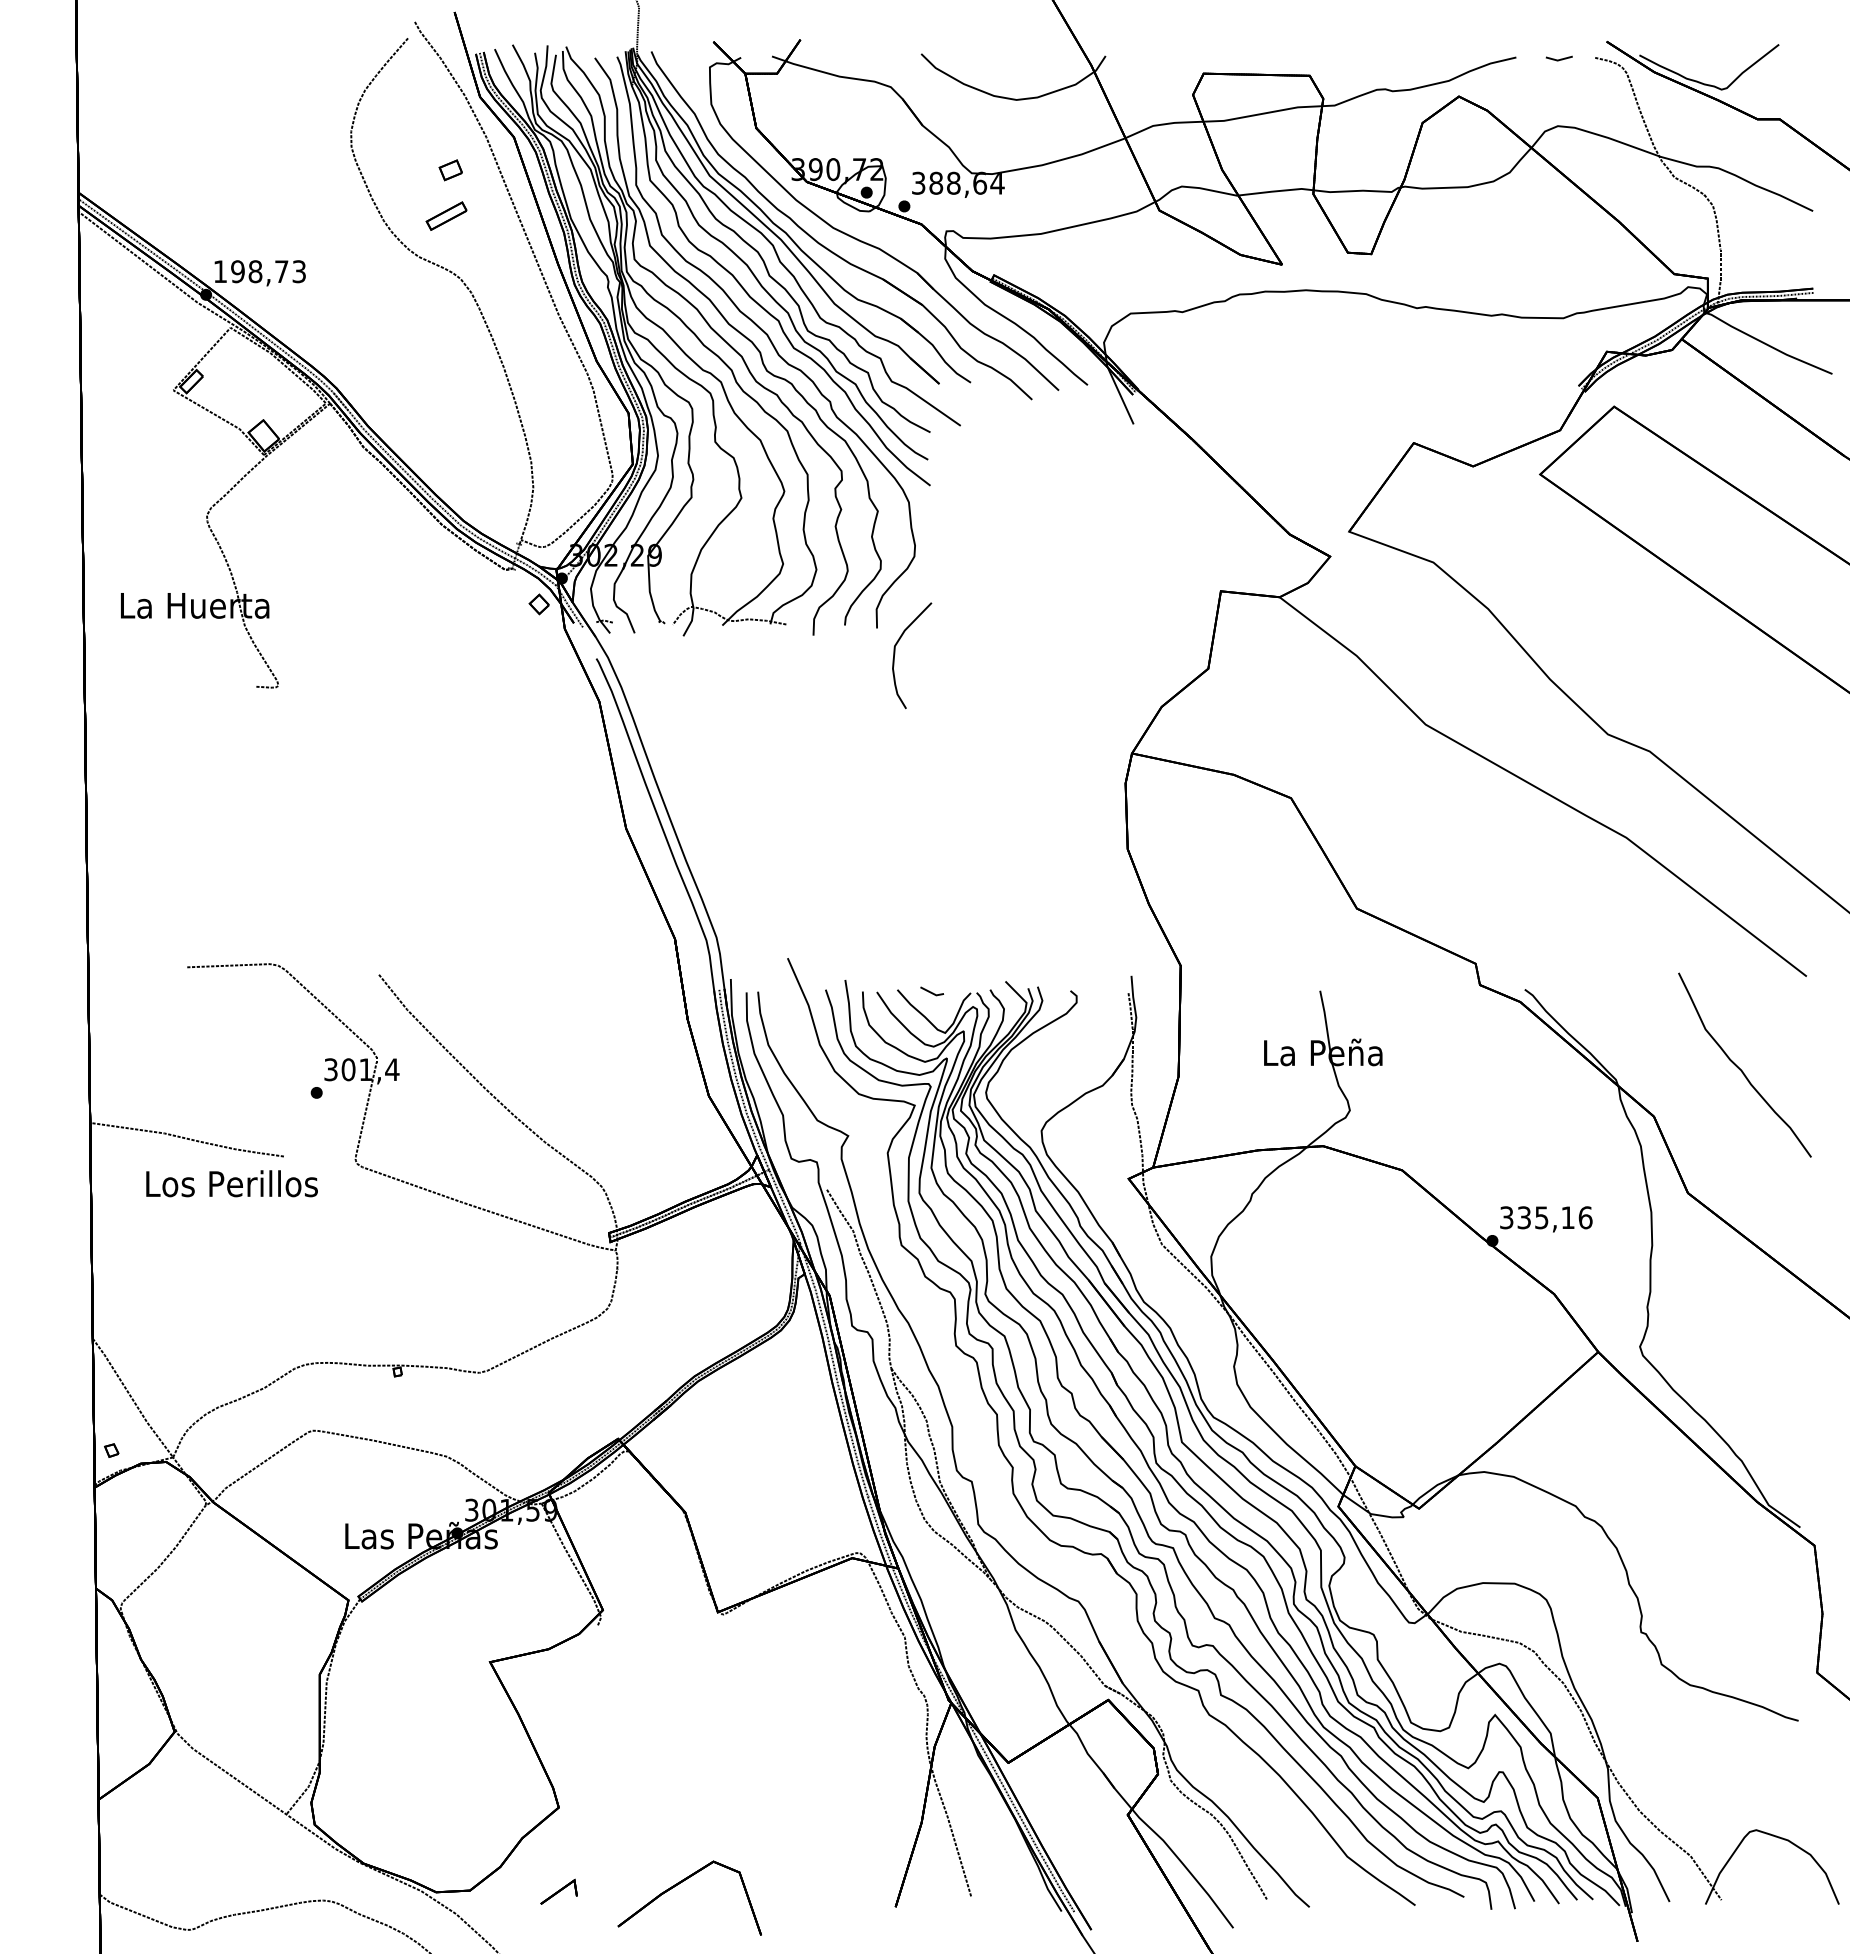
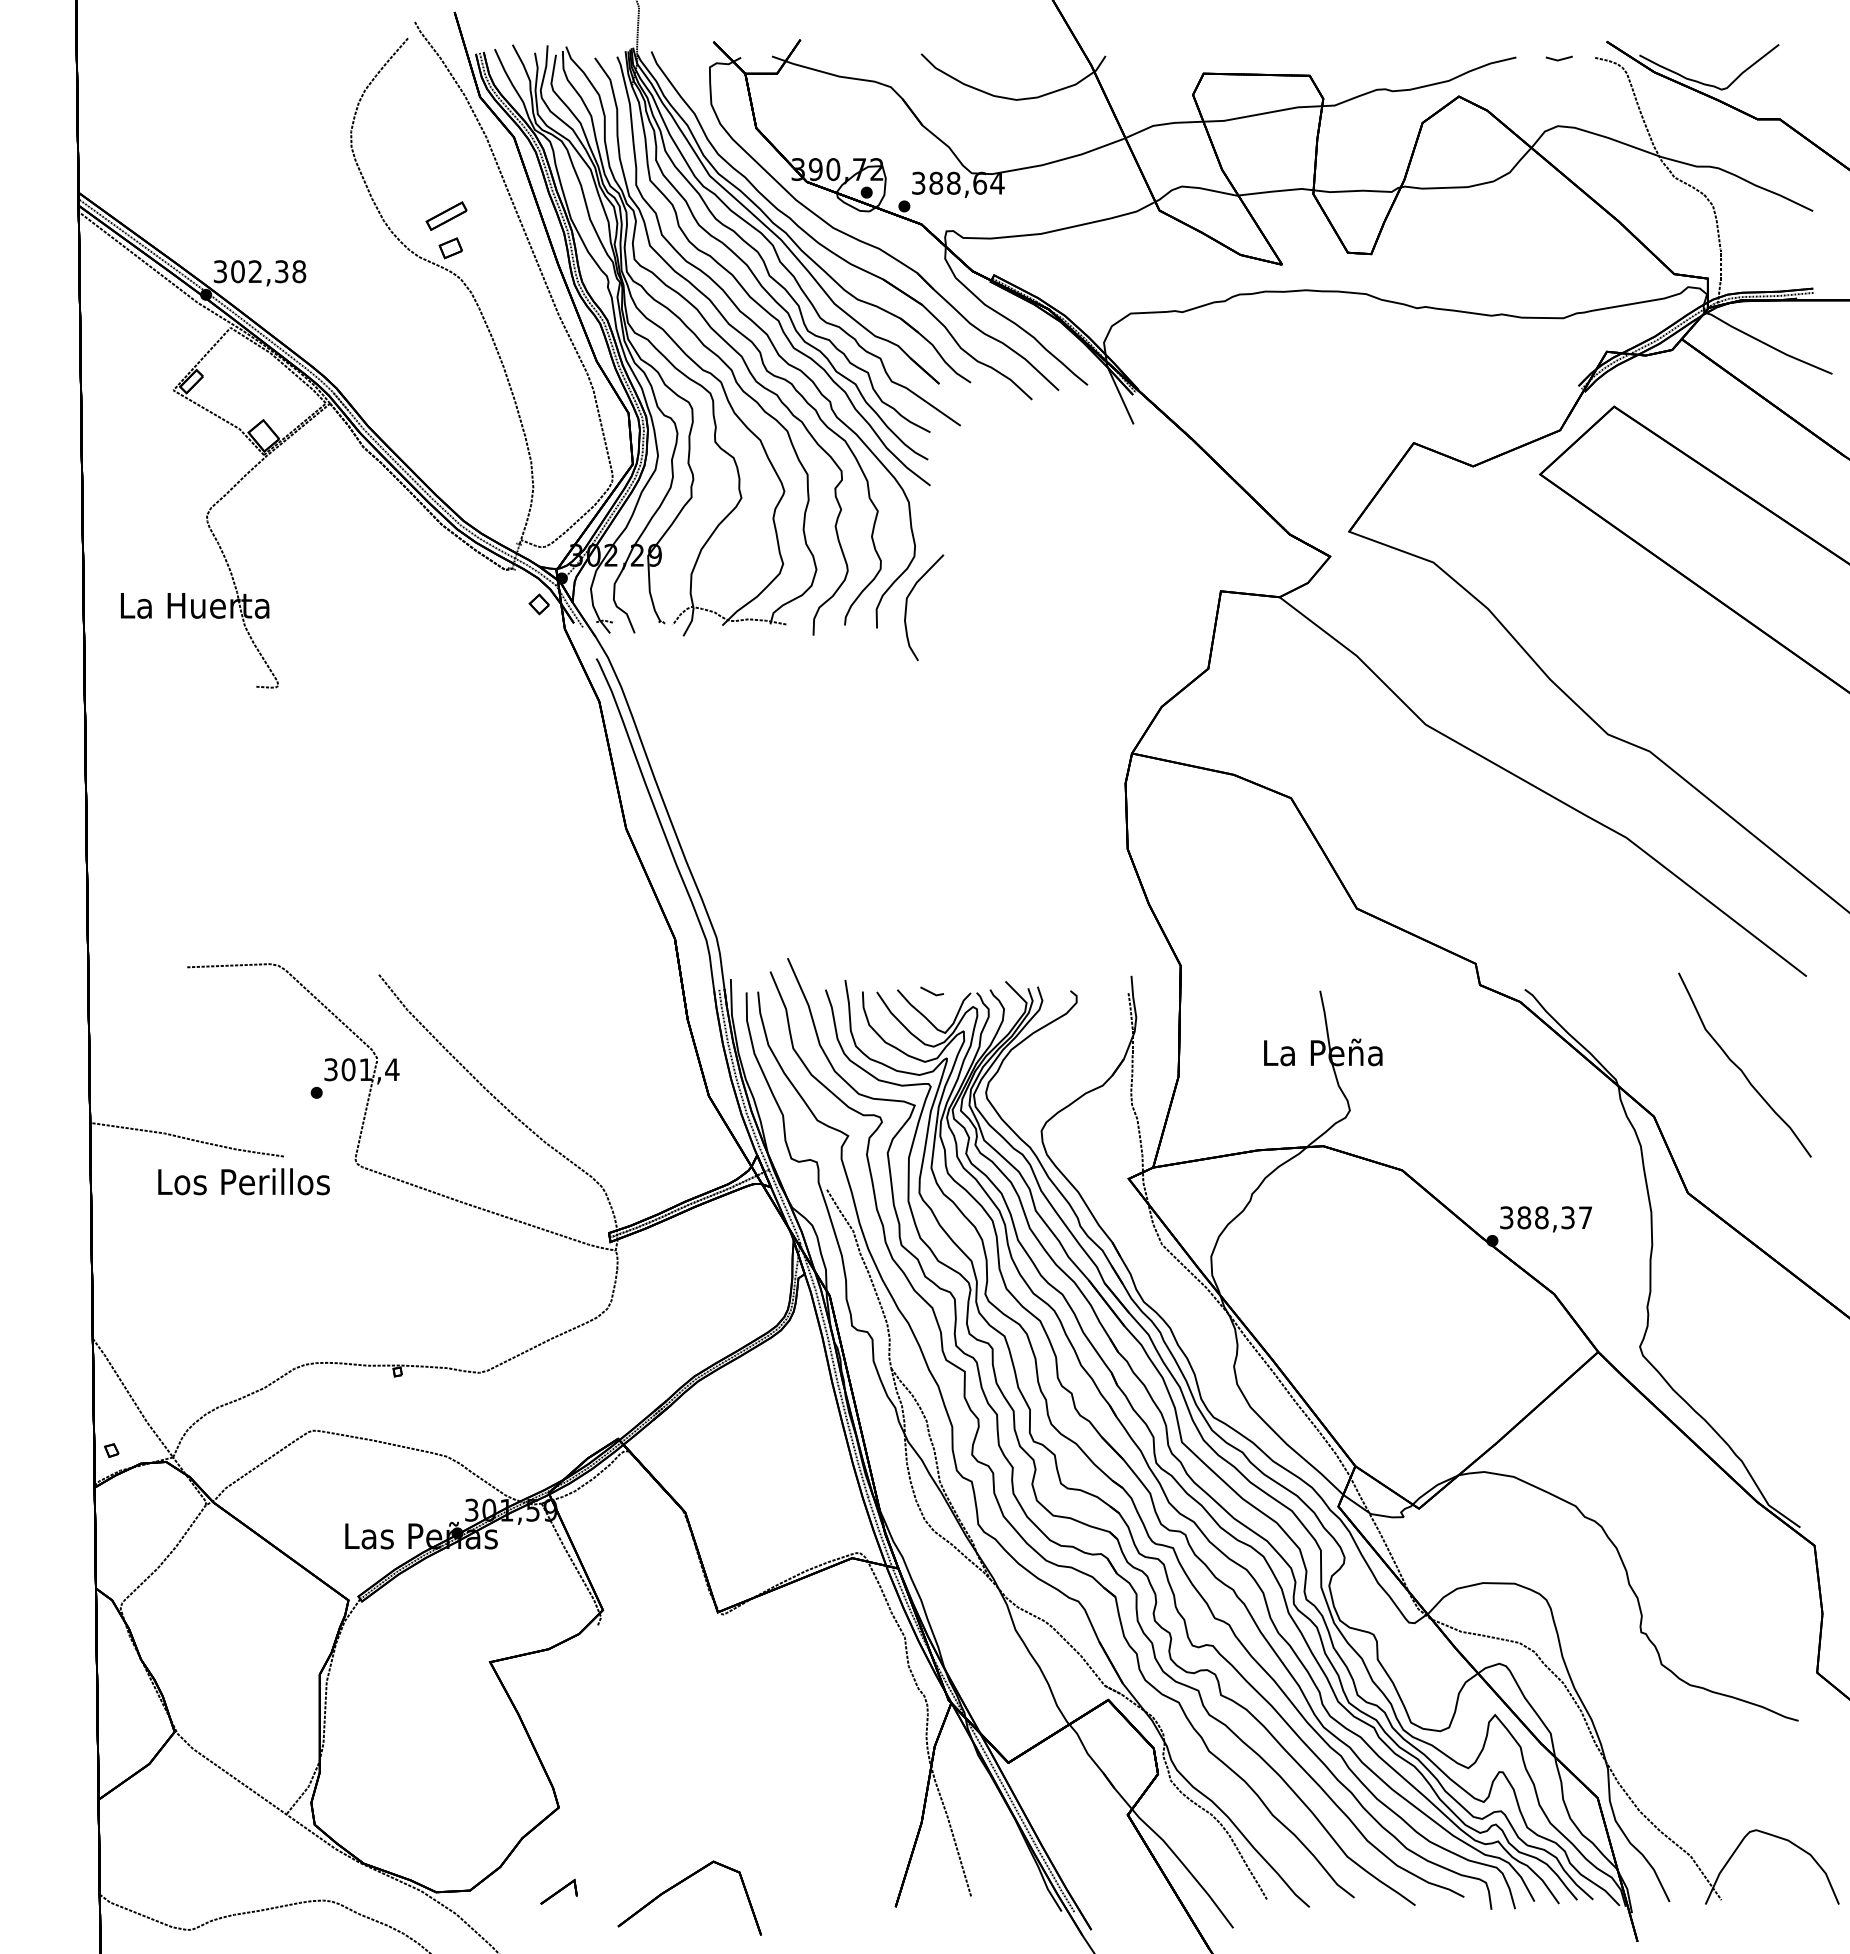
part at (450, 170) position: (450, 170) -> (450, 248)
text at (259, 271): 198,73 -> 302,38
curve at (895, 654) position: (895, 654) -> (907, 606)
text at (231, 1183) position: (231, 1183) -> (243, 1181)
text at (1554, 1217): 335,16 -> 388,37
part at (993, 1471): none -> present
